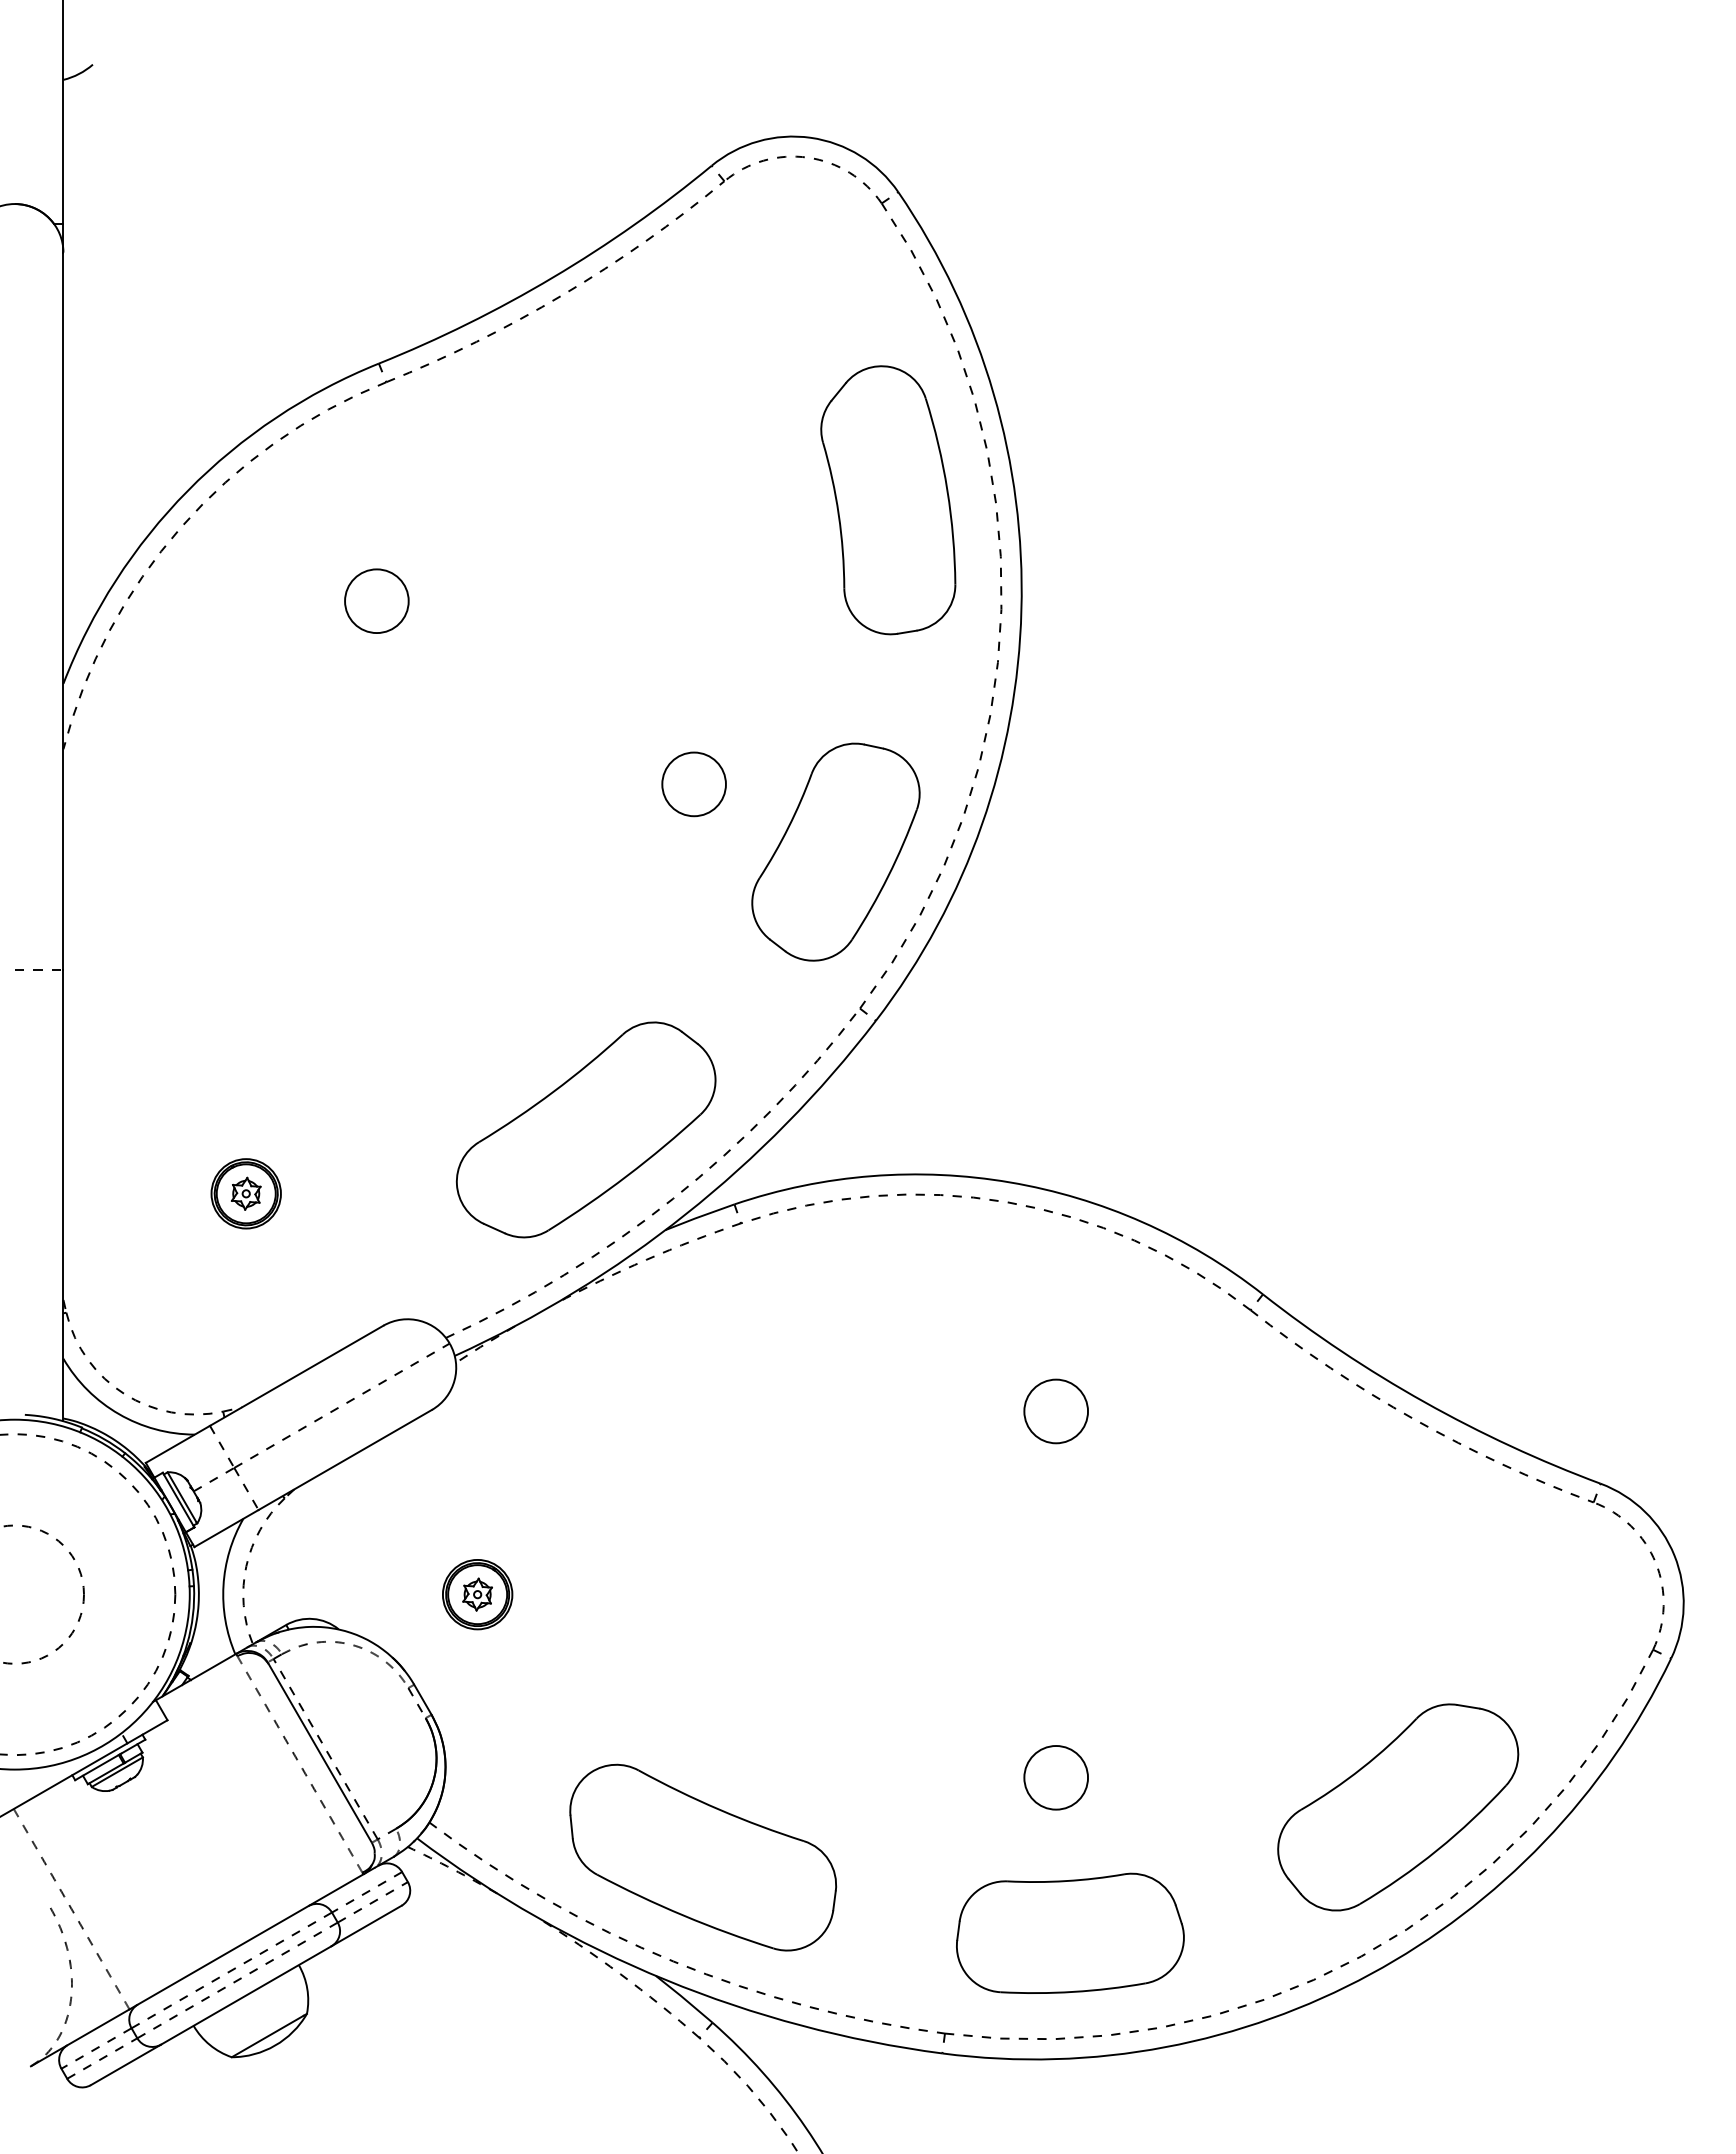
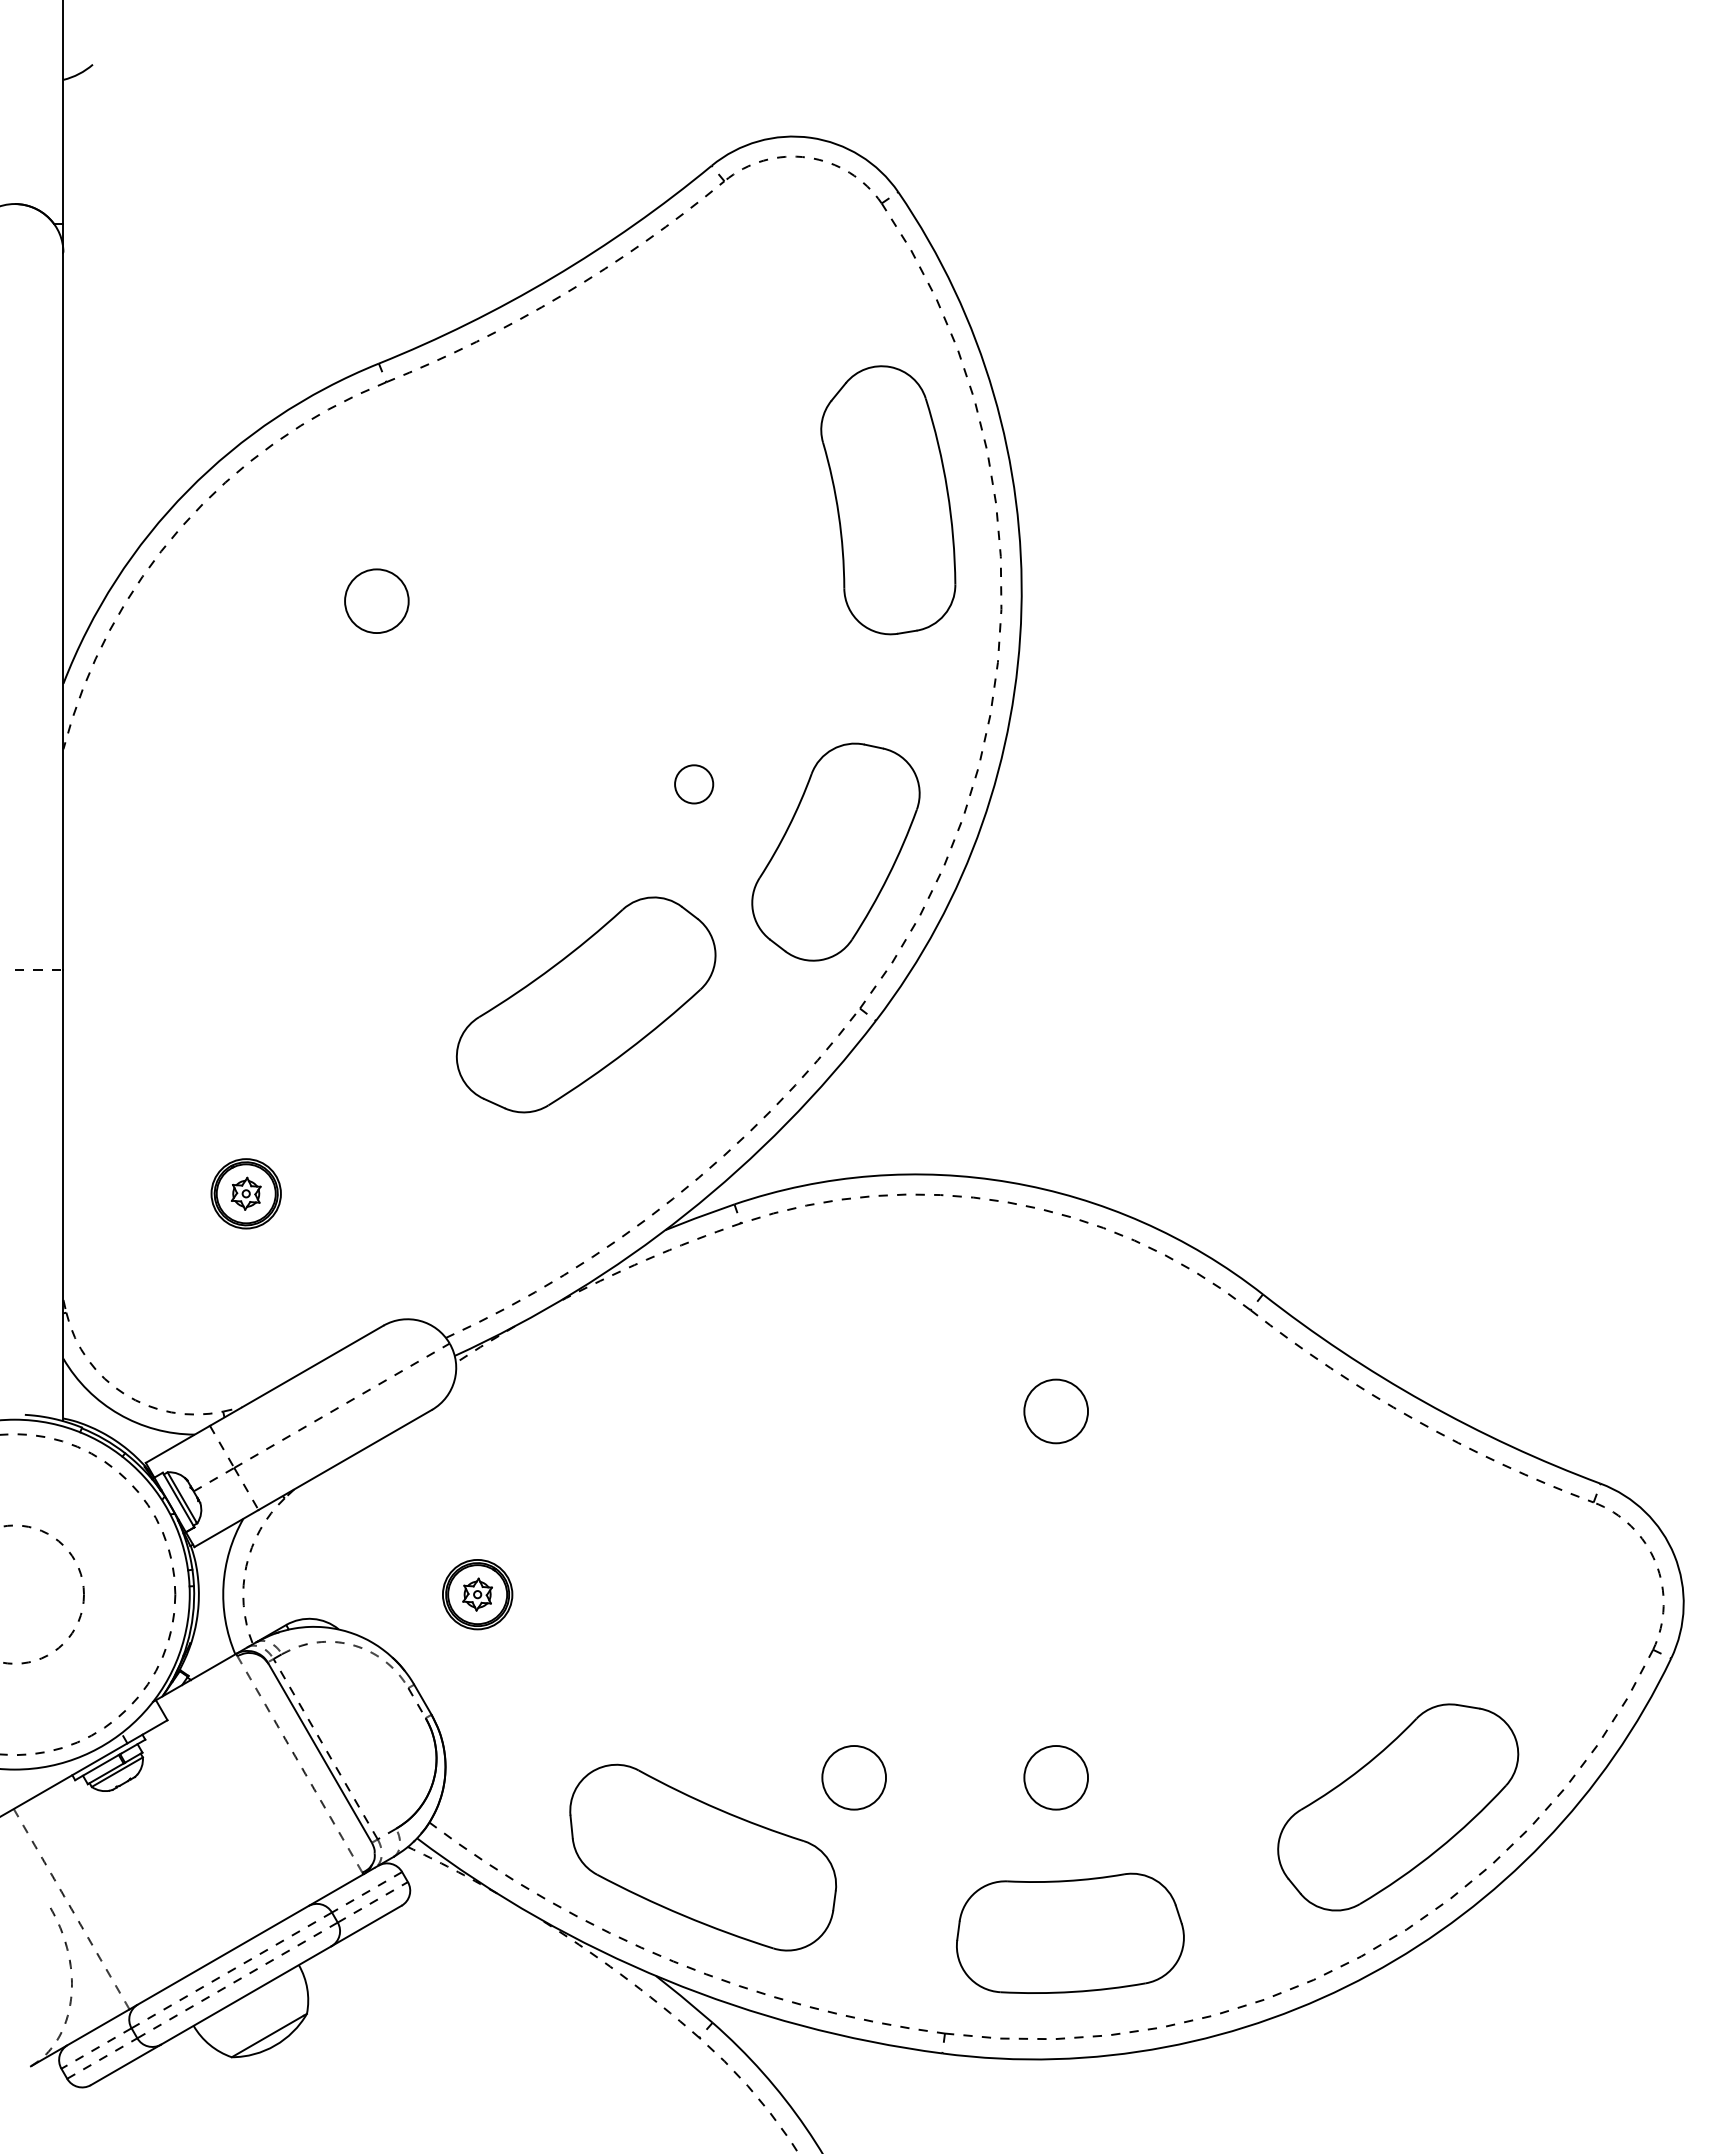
circle at (693, 784) diameter: 64 px -> 38 px
part at (585, 1129) position: (585, 1129) -> (585, 1004)
circle at (853, 1777): none -> present
